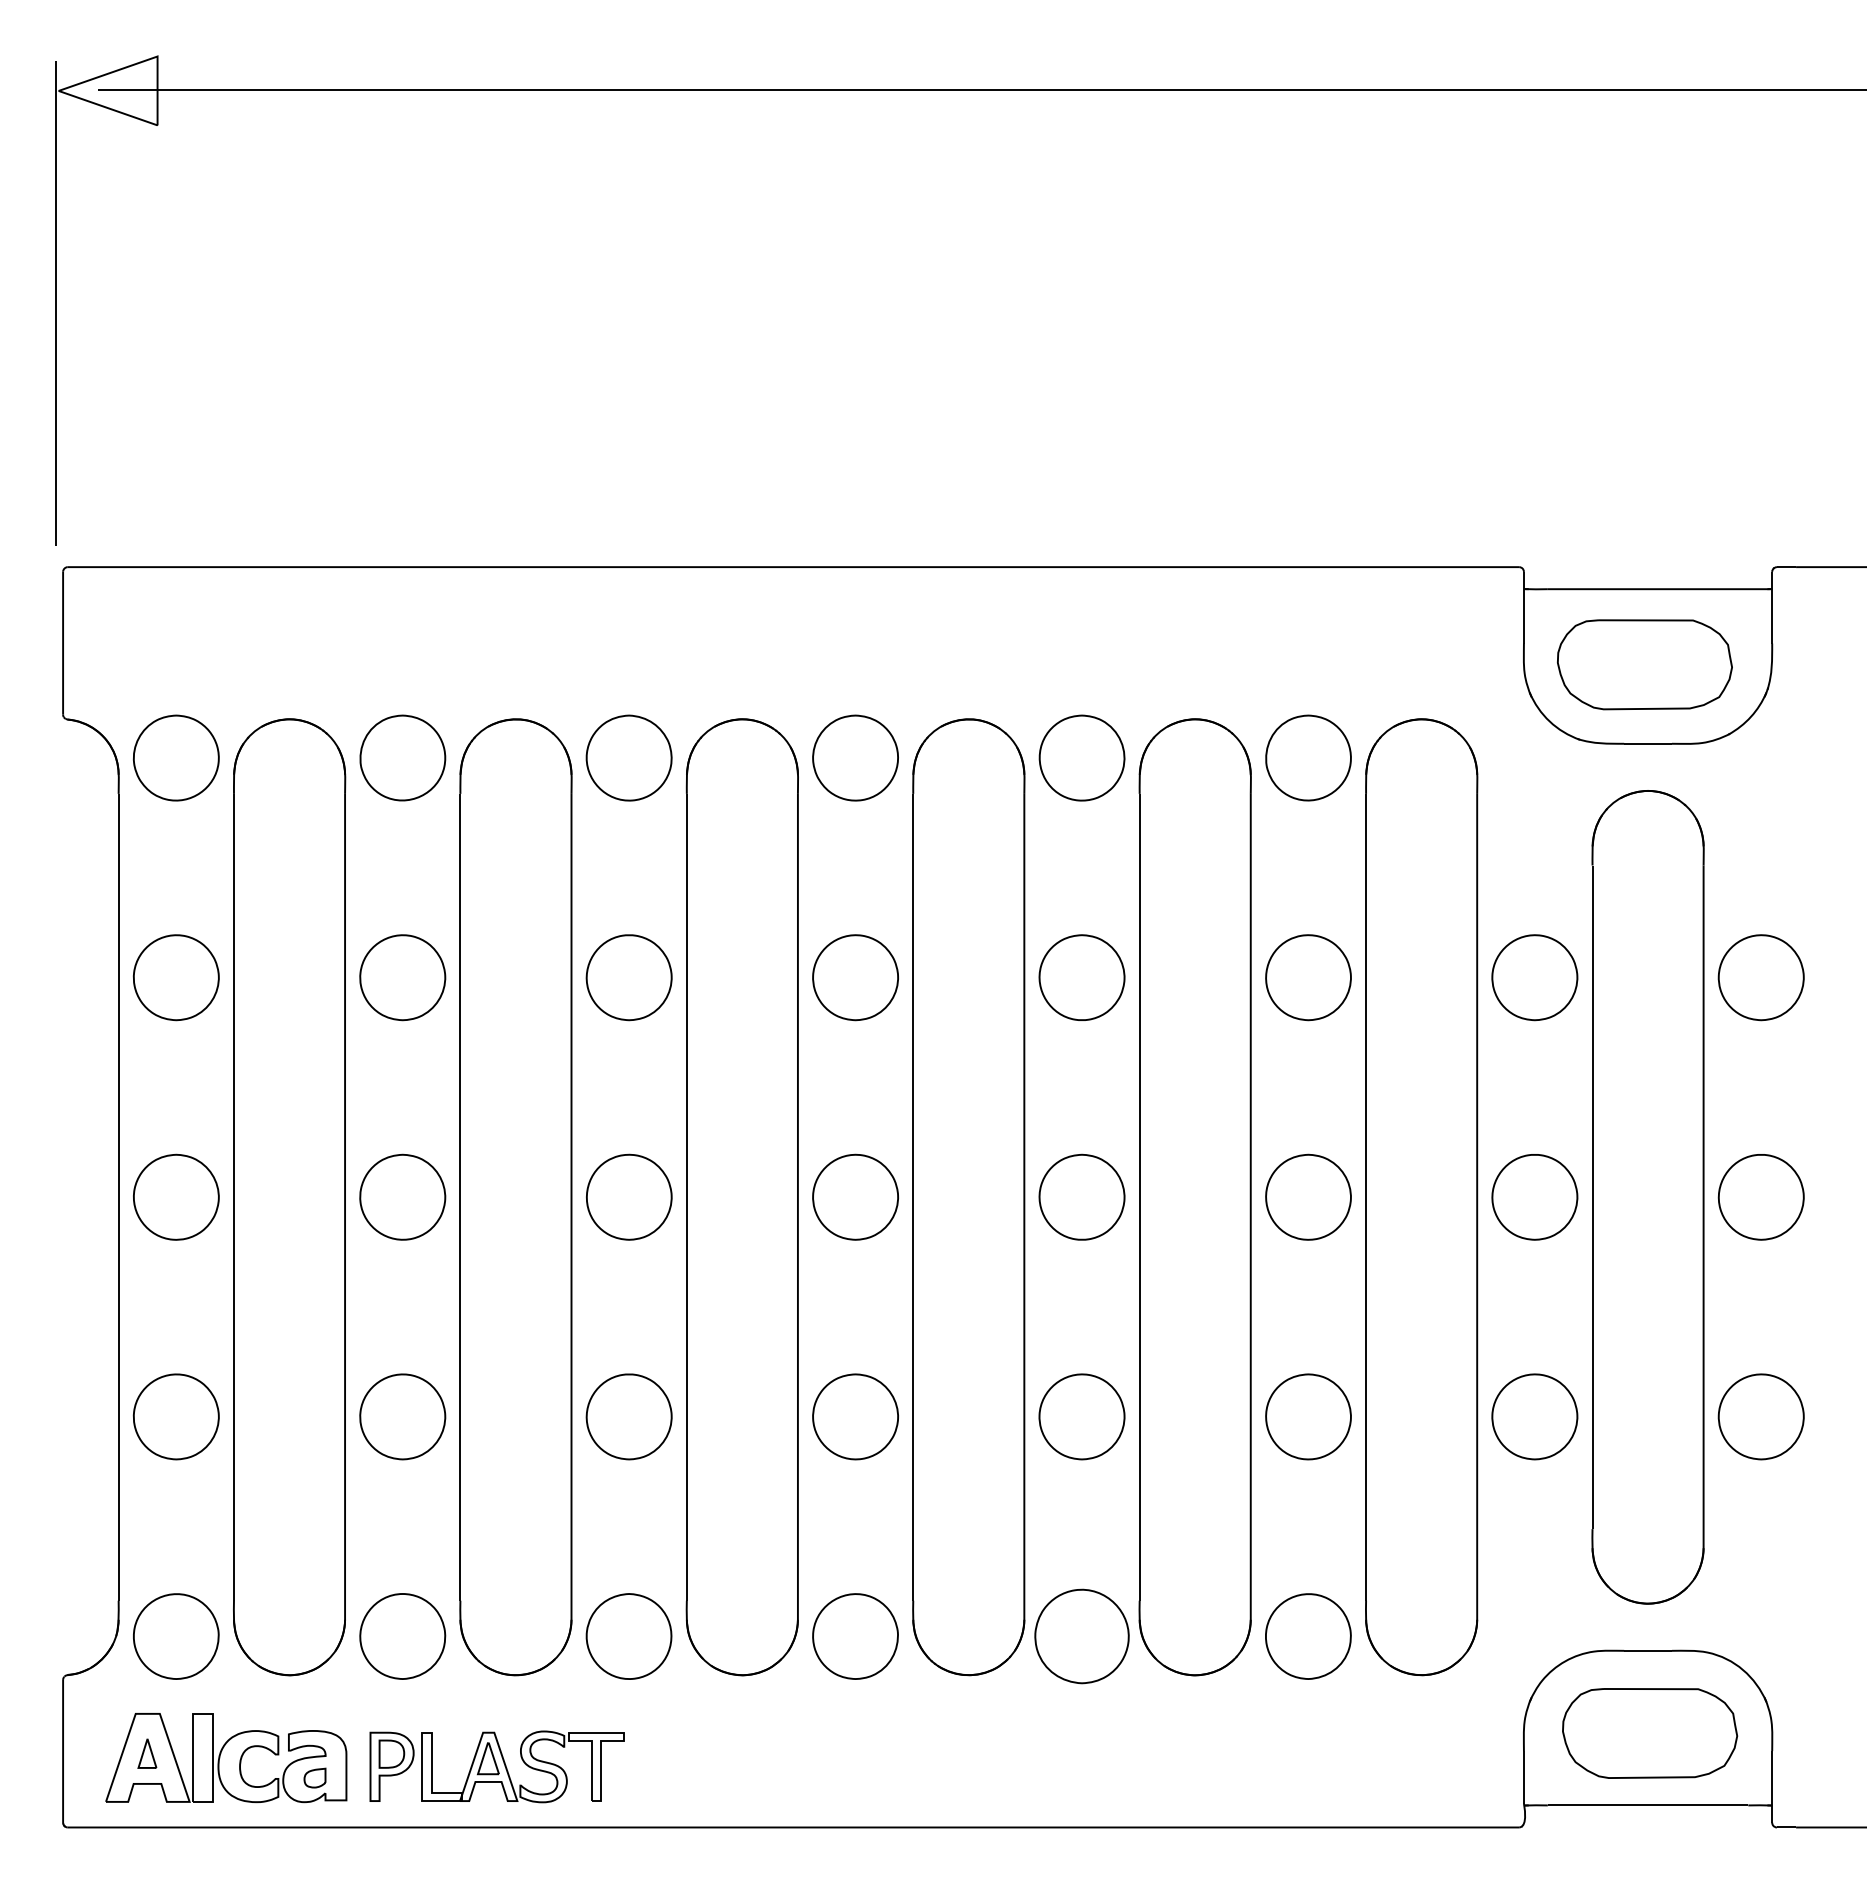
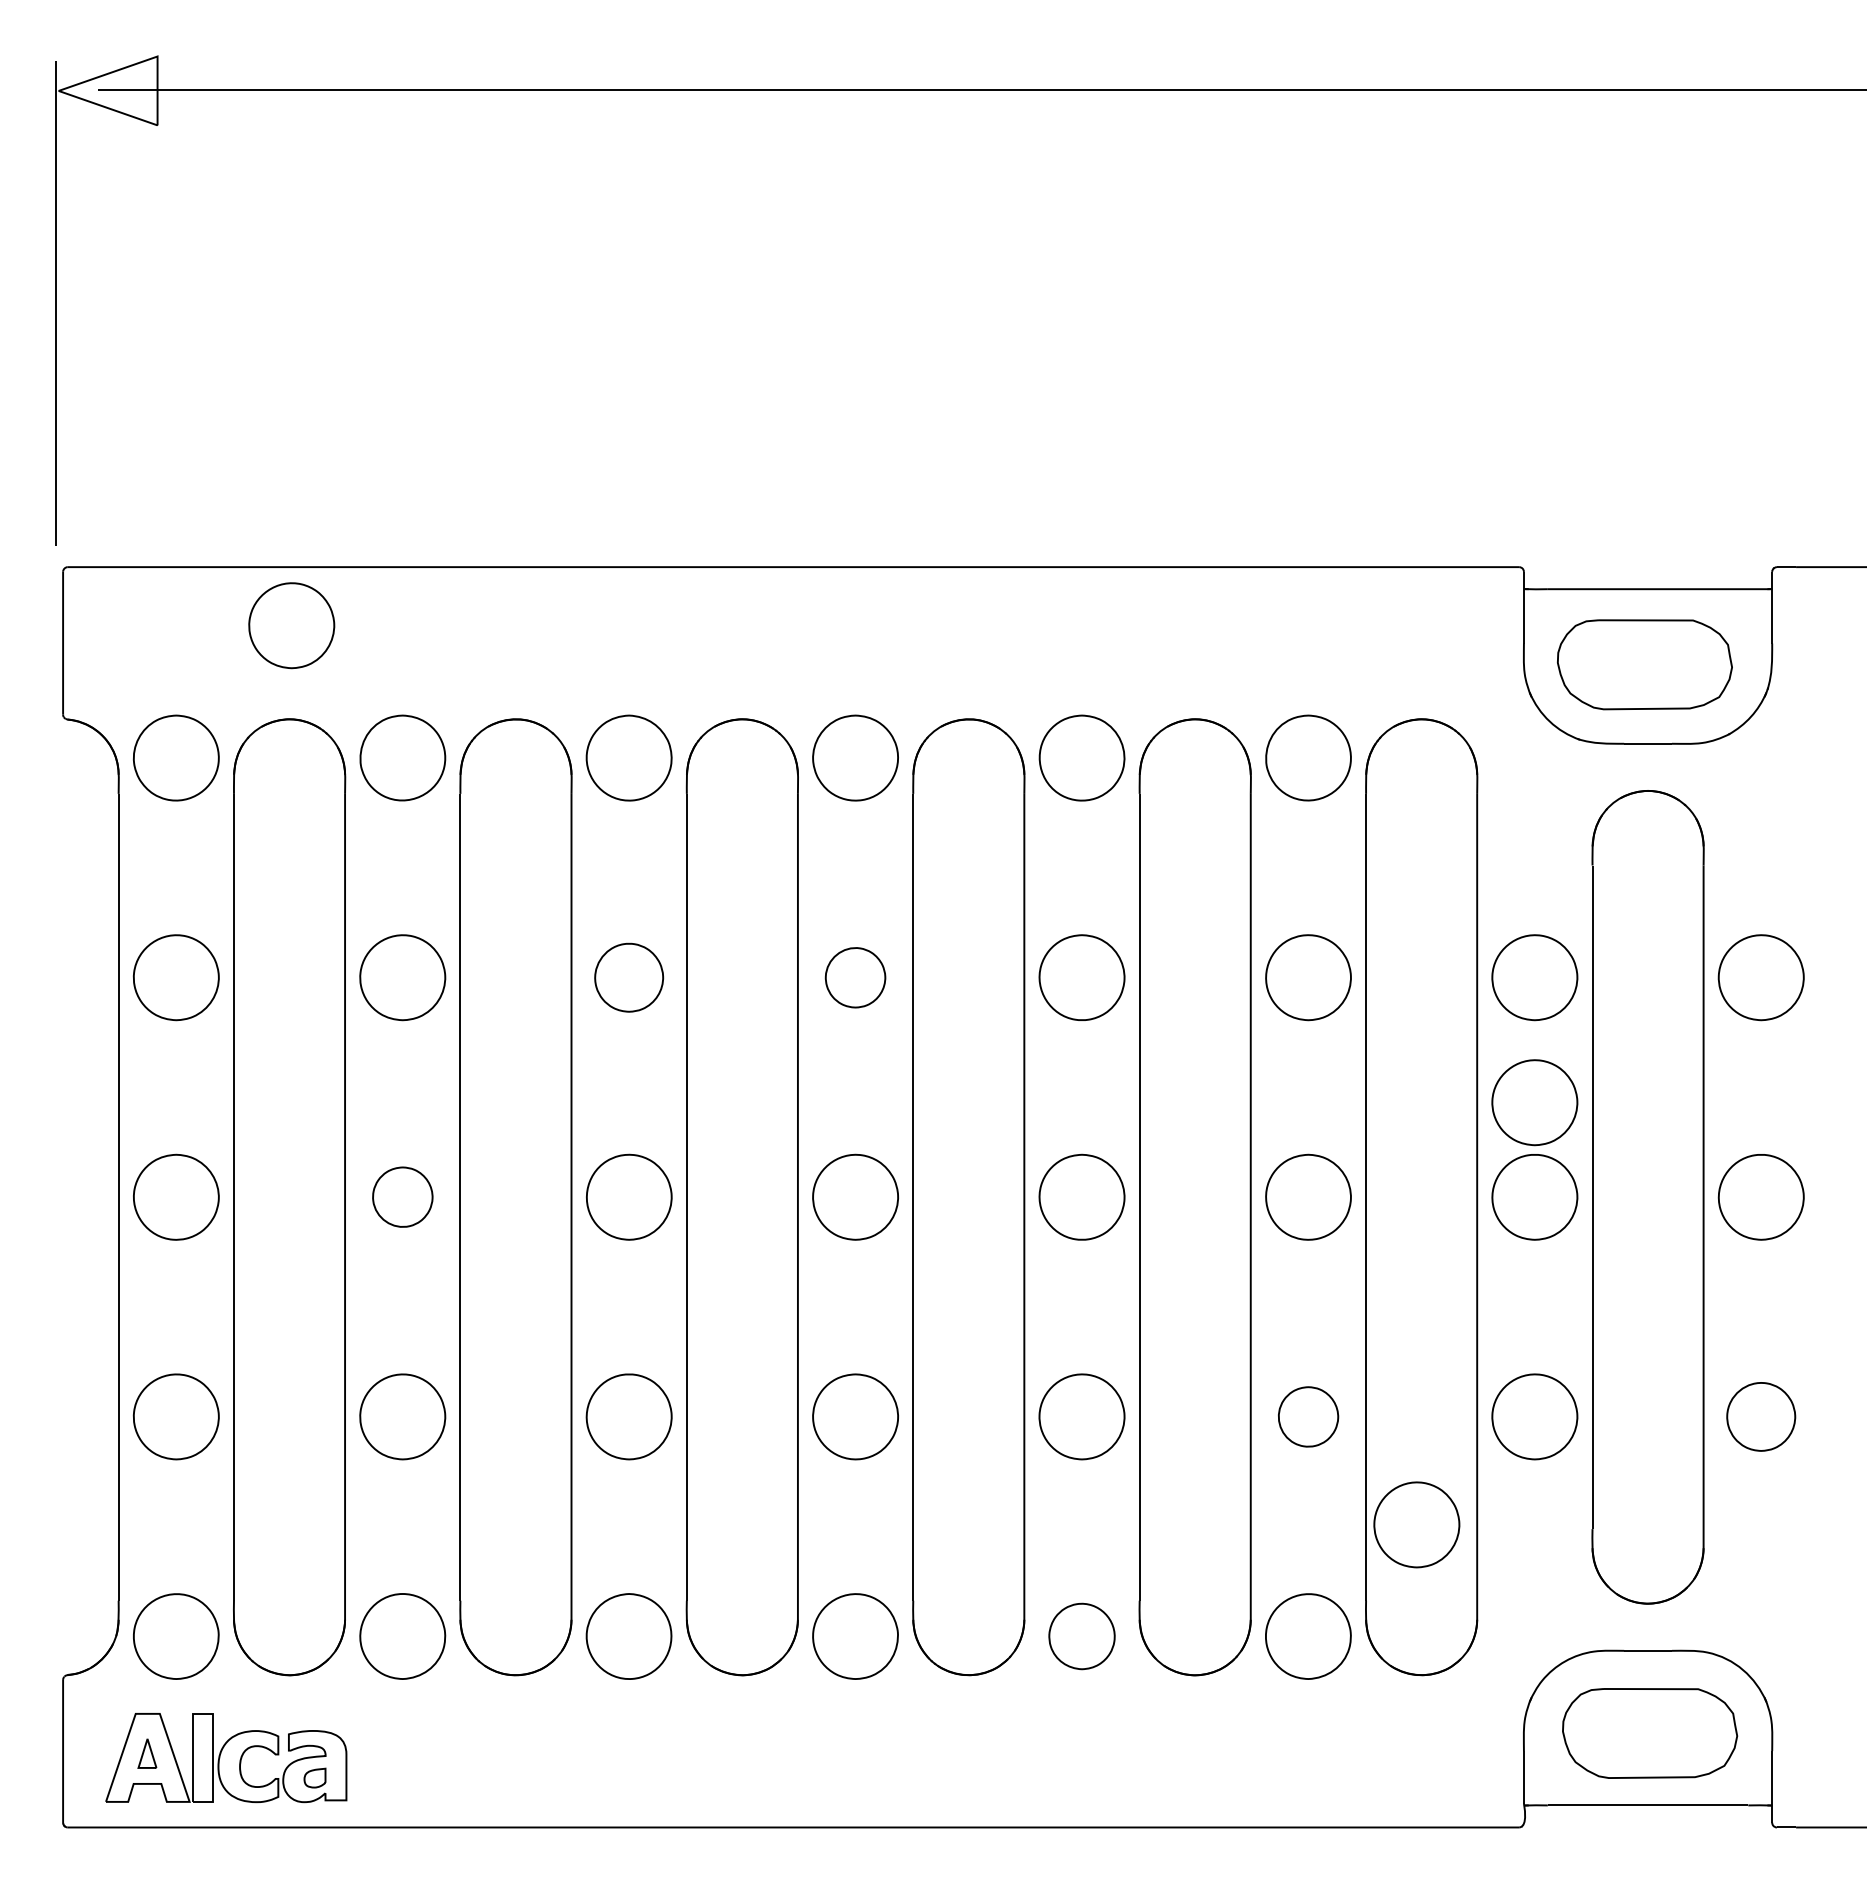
part at (291, 625): none -> present
part at (628, 977) size: 88x88 px -> 71x71 px
part at (855, 977) size: 87x88 px -> 63x62 px
part at (1534, 1102): none -> present
part at (402, 1196) size: 88x88 px -> 62x62 px
part at (1308, 1416) size: 87x88 px -> 62x62 px
part at (1760, 1416) size: 88x88 px -> 71x70 px
part at (1416, 1524): none -> present
part at (1081, 1636) size: 96x97 px -> 68x69 px
part at (496, 1766): present -> none
